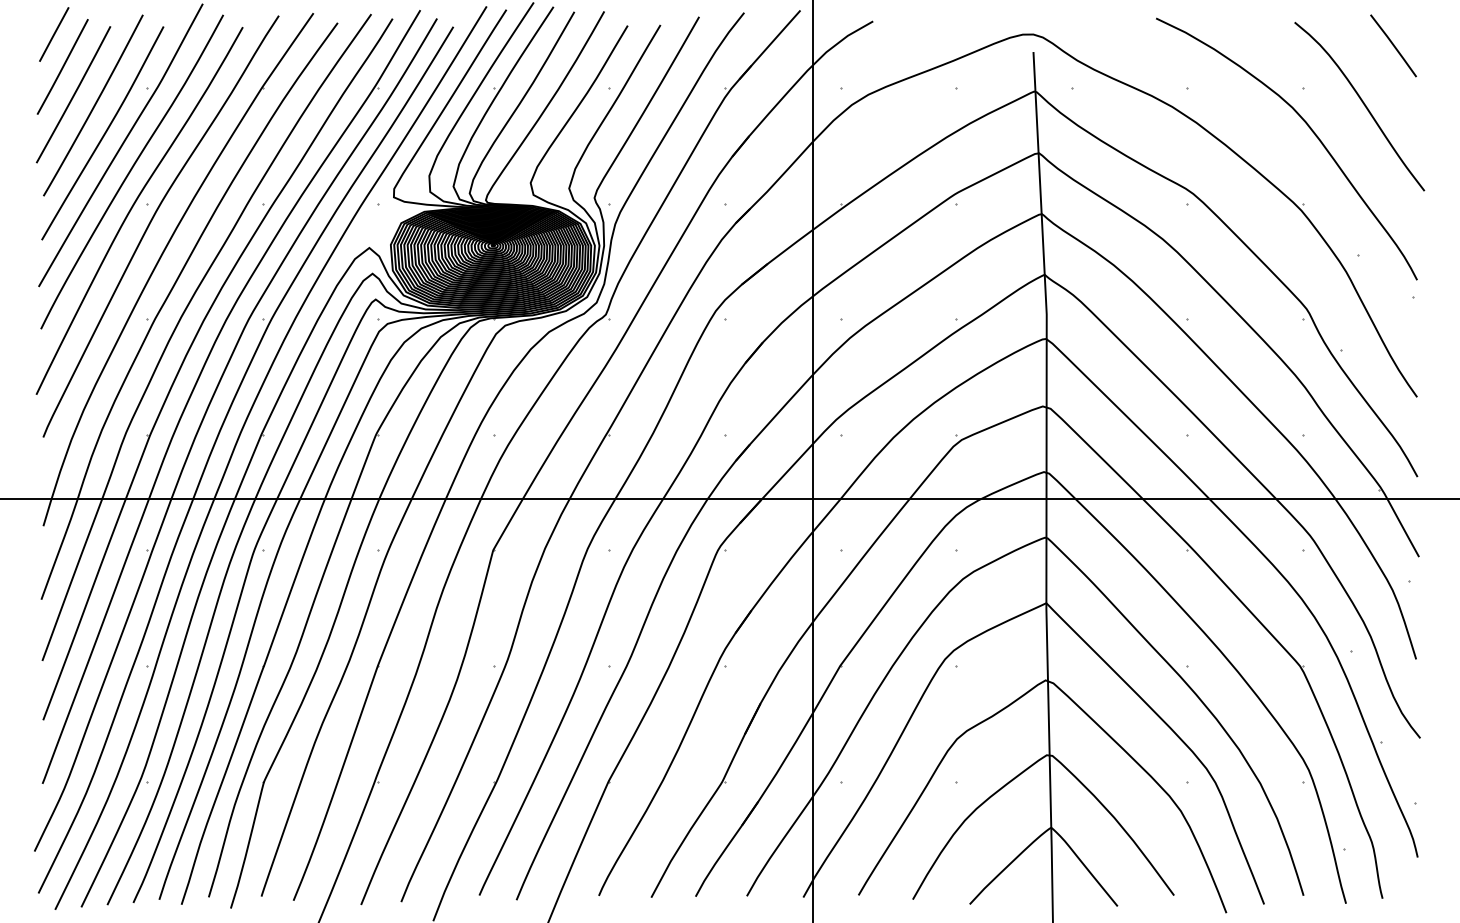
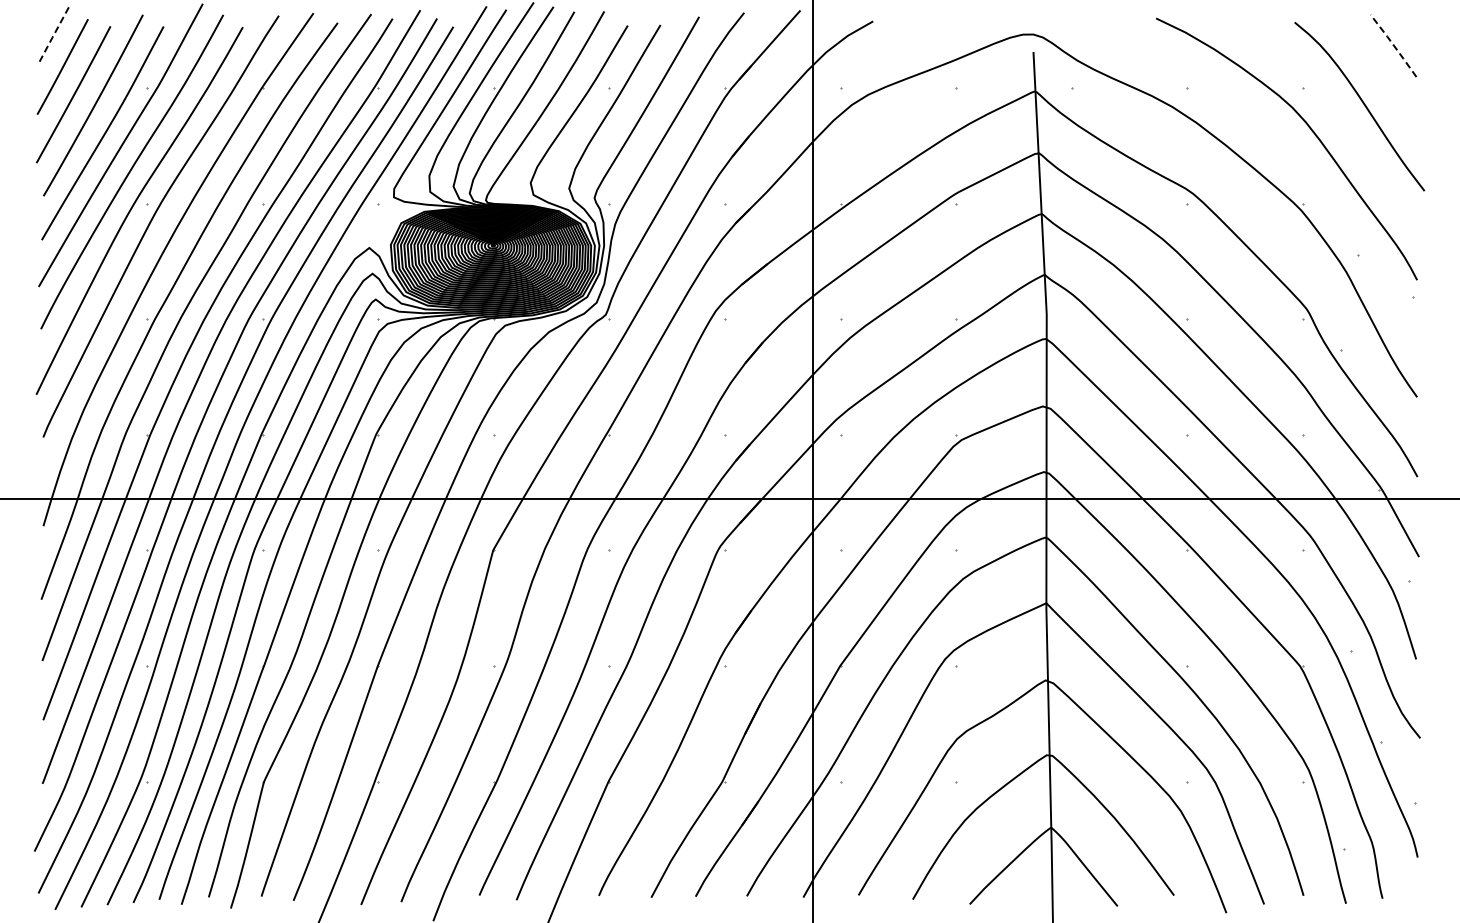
line at (53, 35): solid -> dashed
line at (1393, 45): solid -> dashed
